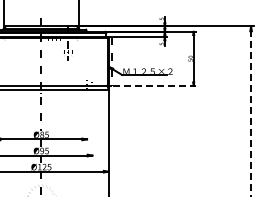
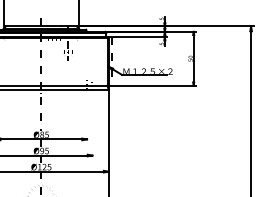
line at (154, 85): dashed -> solid
line at (251, 111): dashed -> solid
